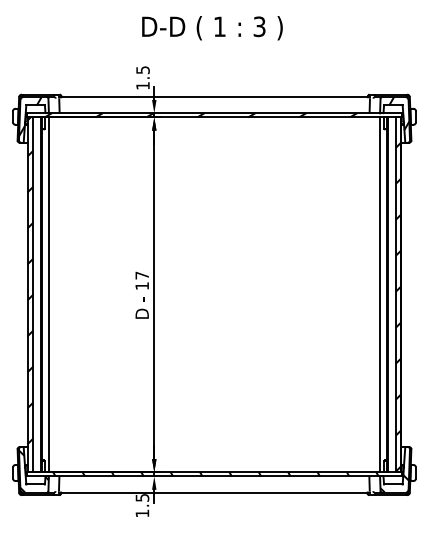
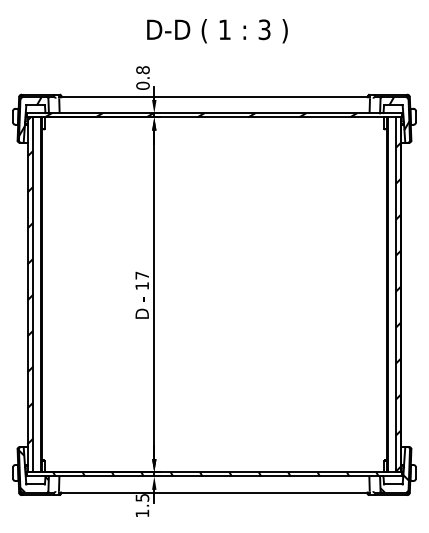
text at (212, 28) position: (212, 28) -> (217, 31)
text at (142, 77): 1.5 -> 0.8
line at (48, 294): present -> none
line at (380, 294): present -> none
